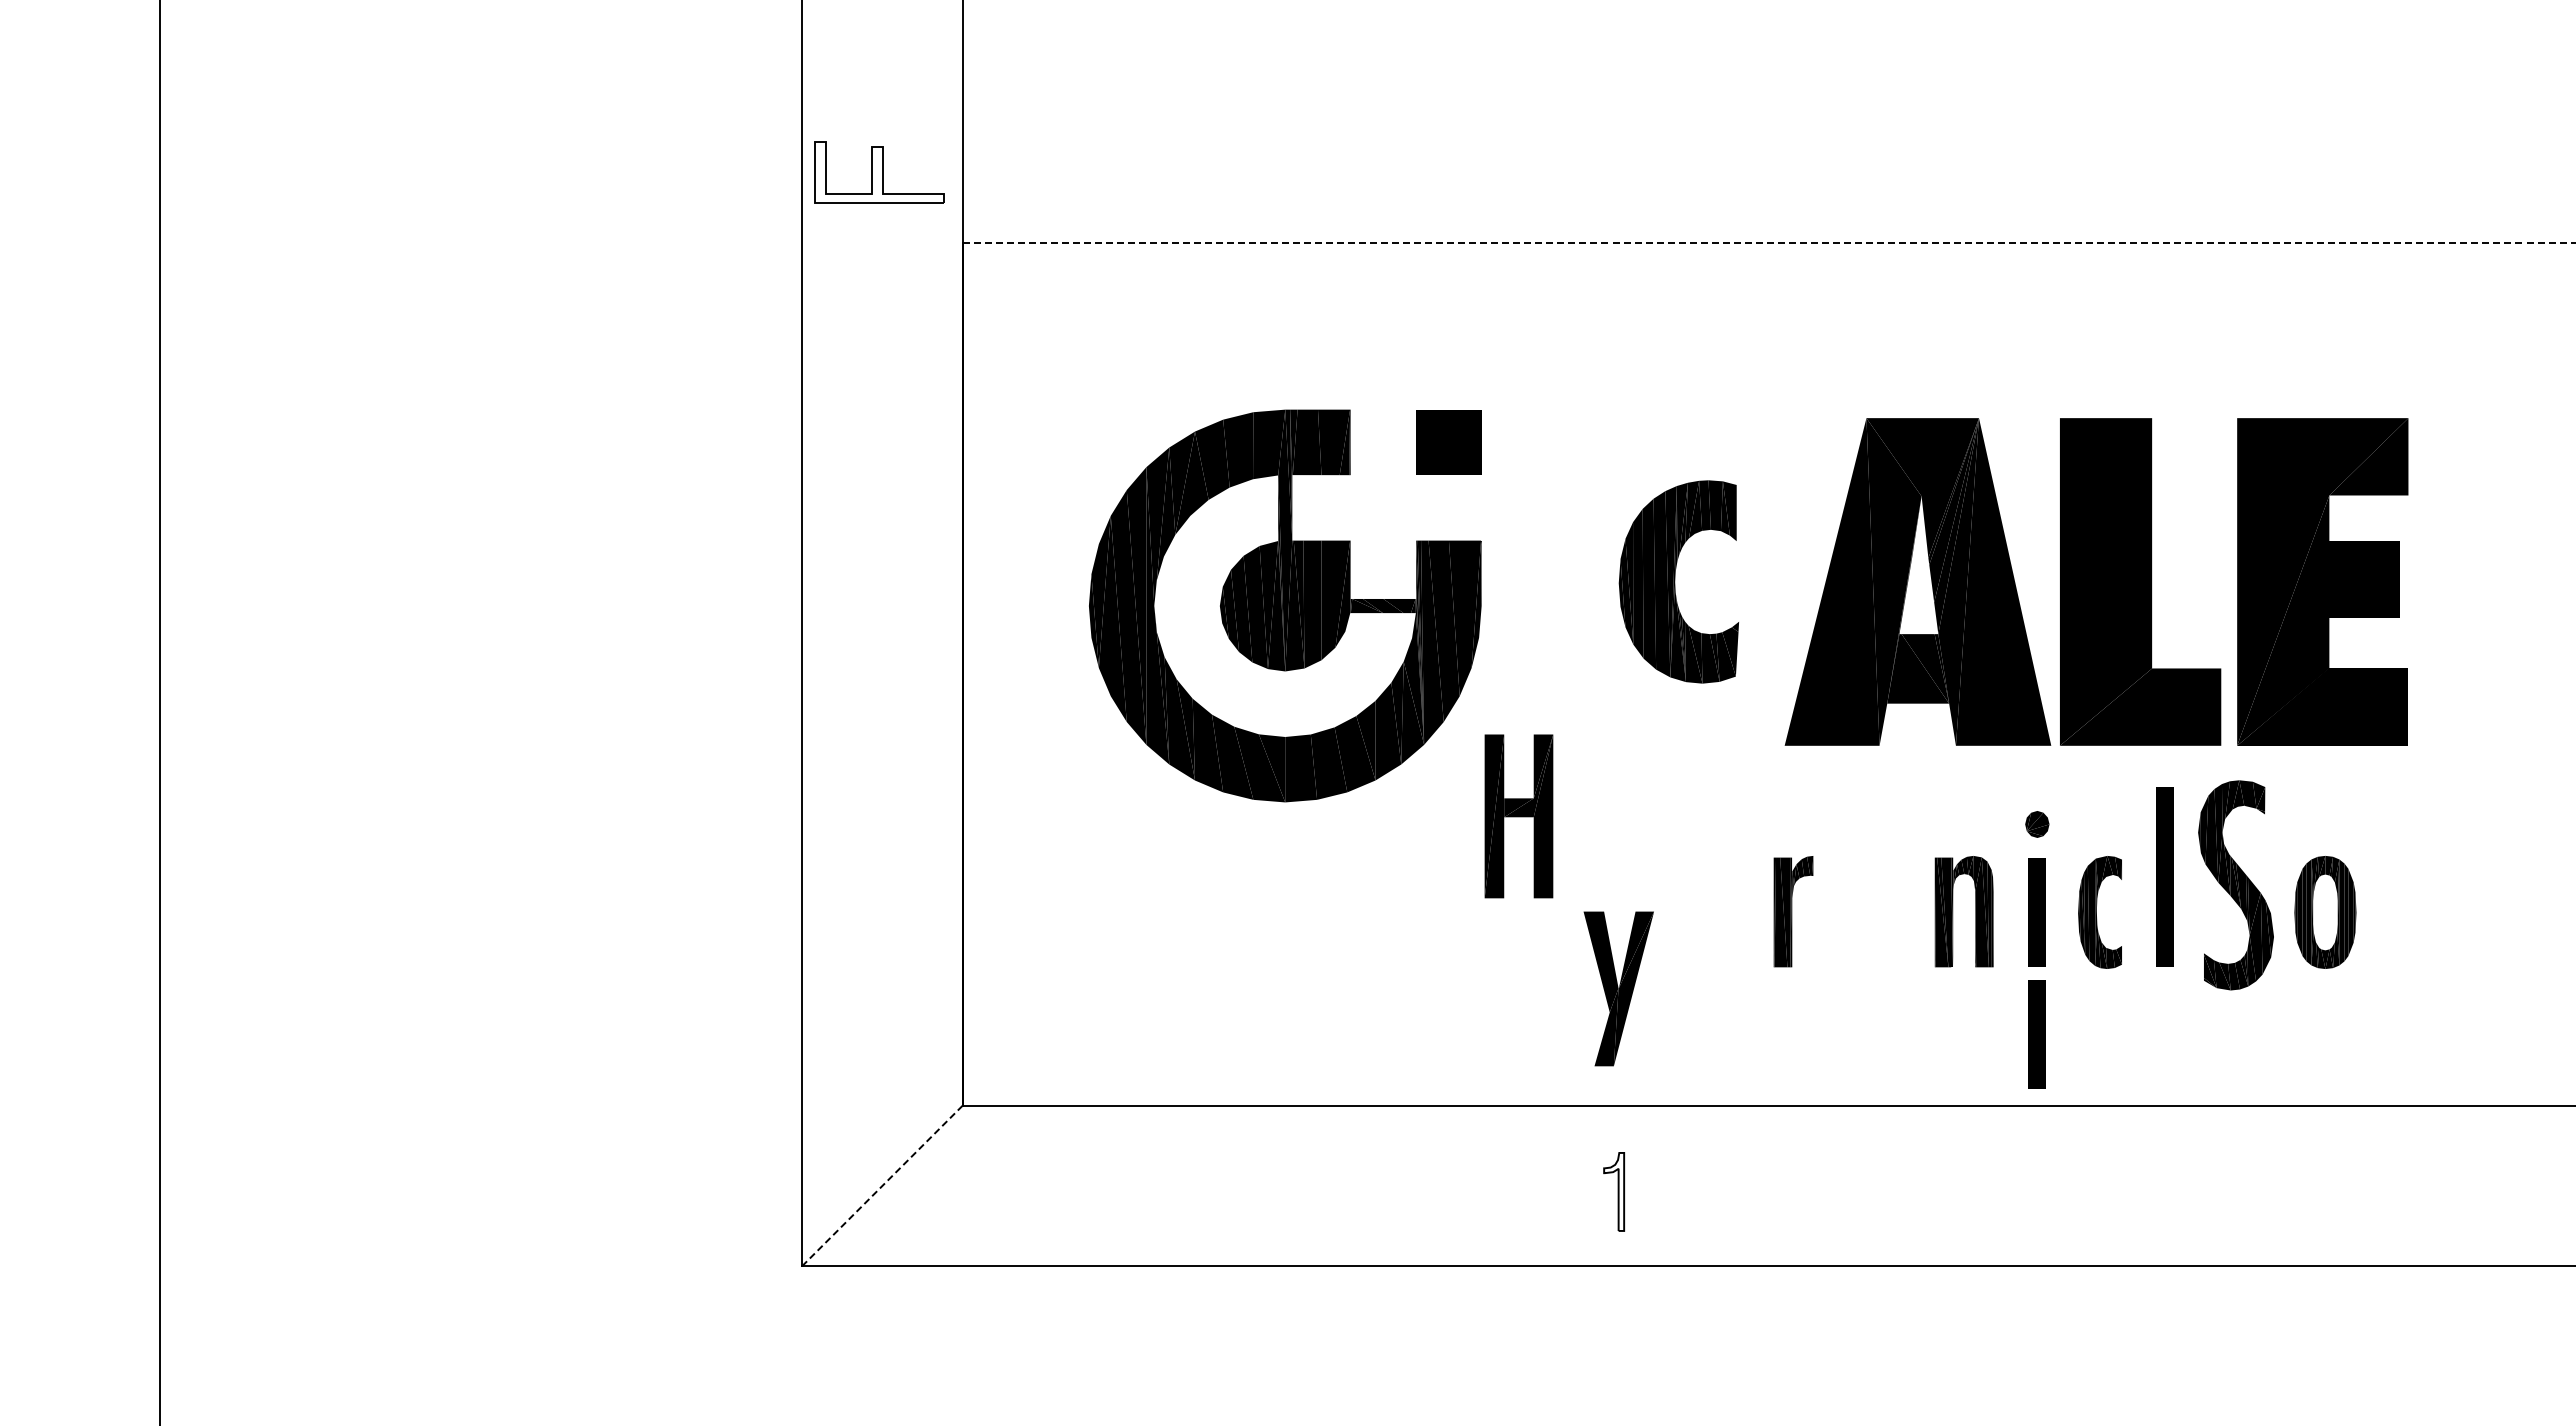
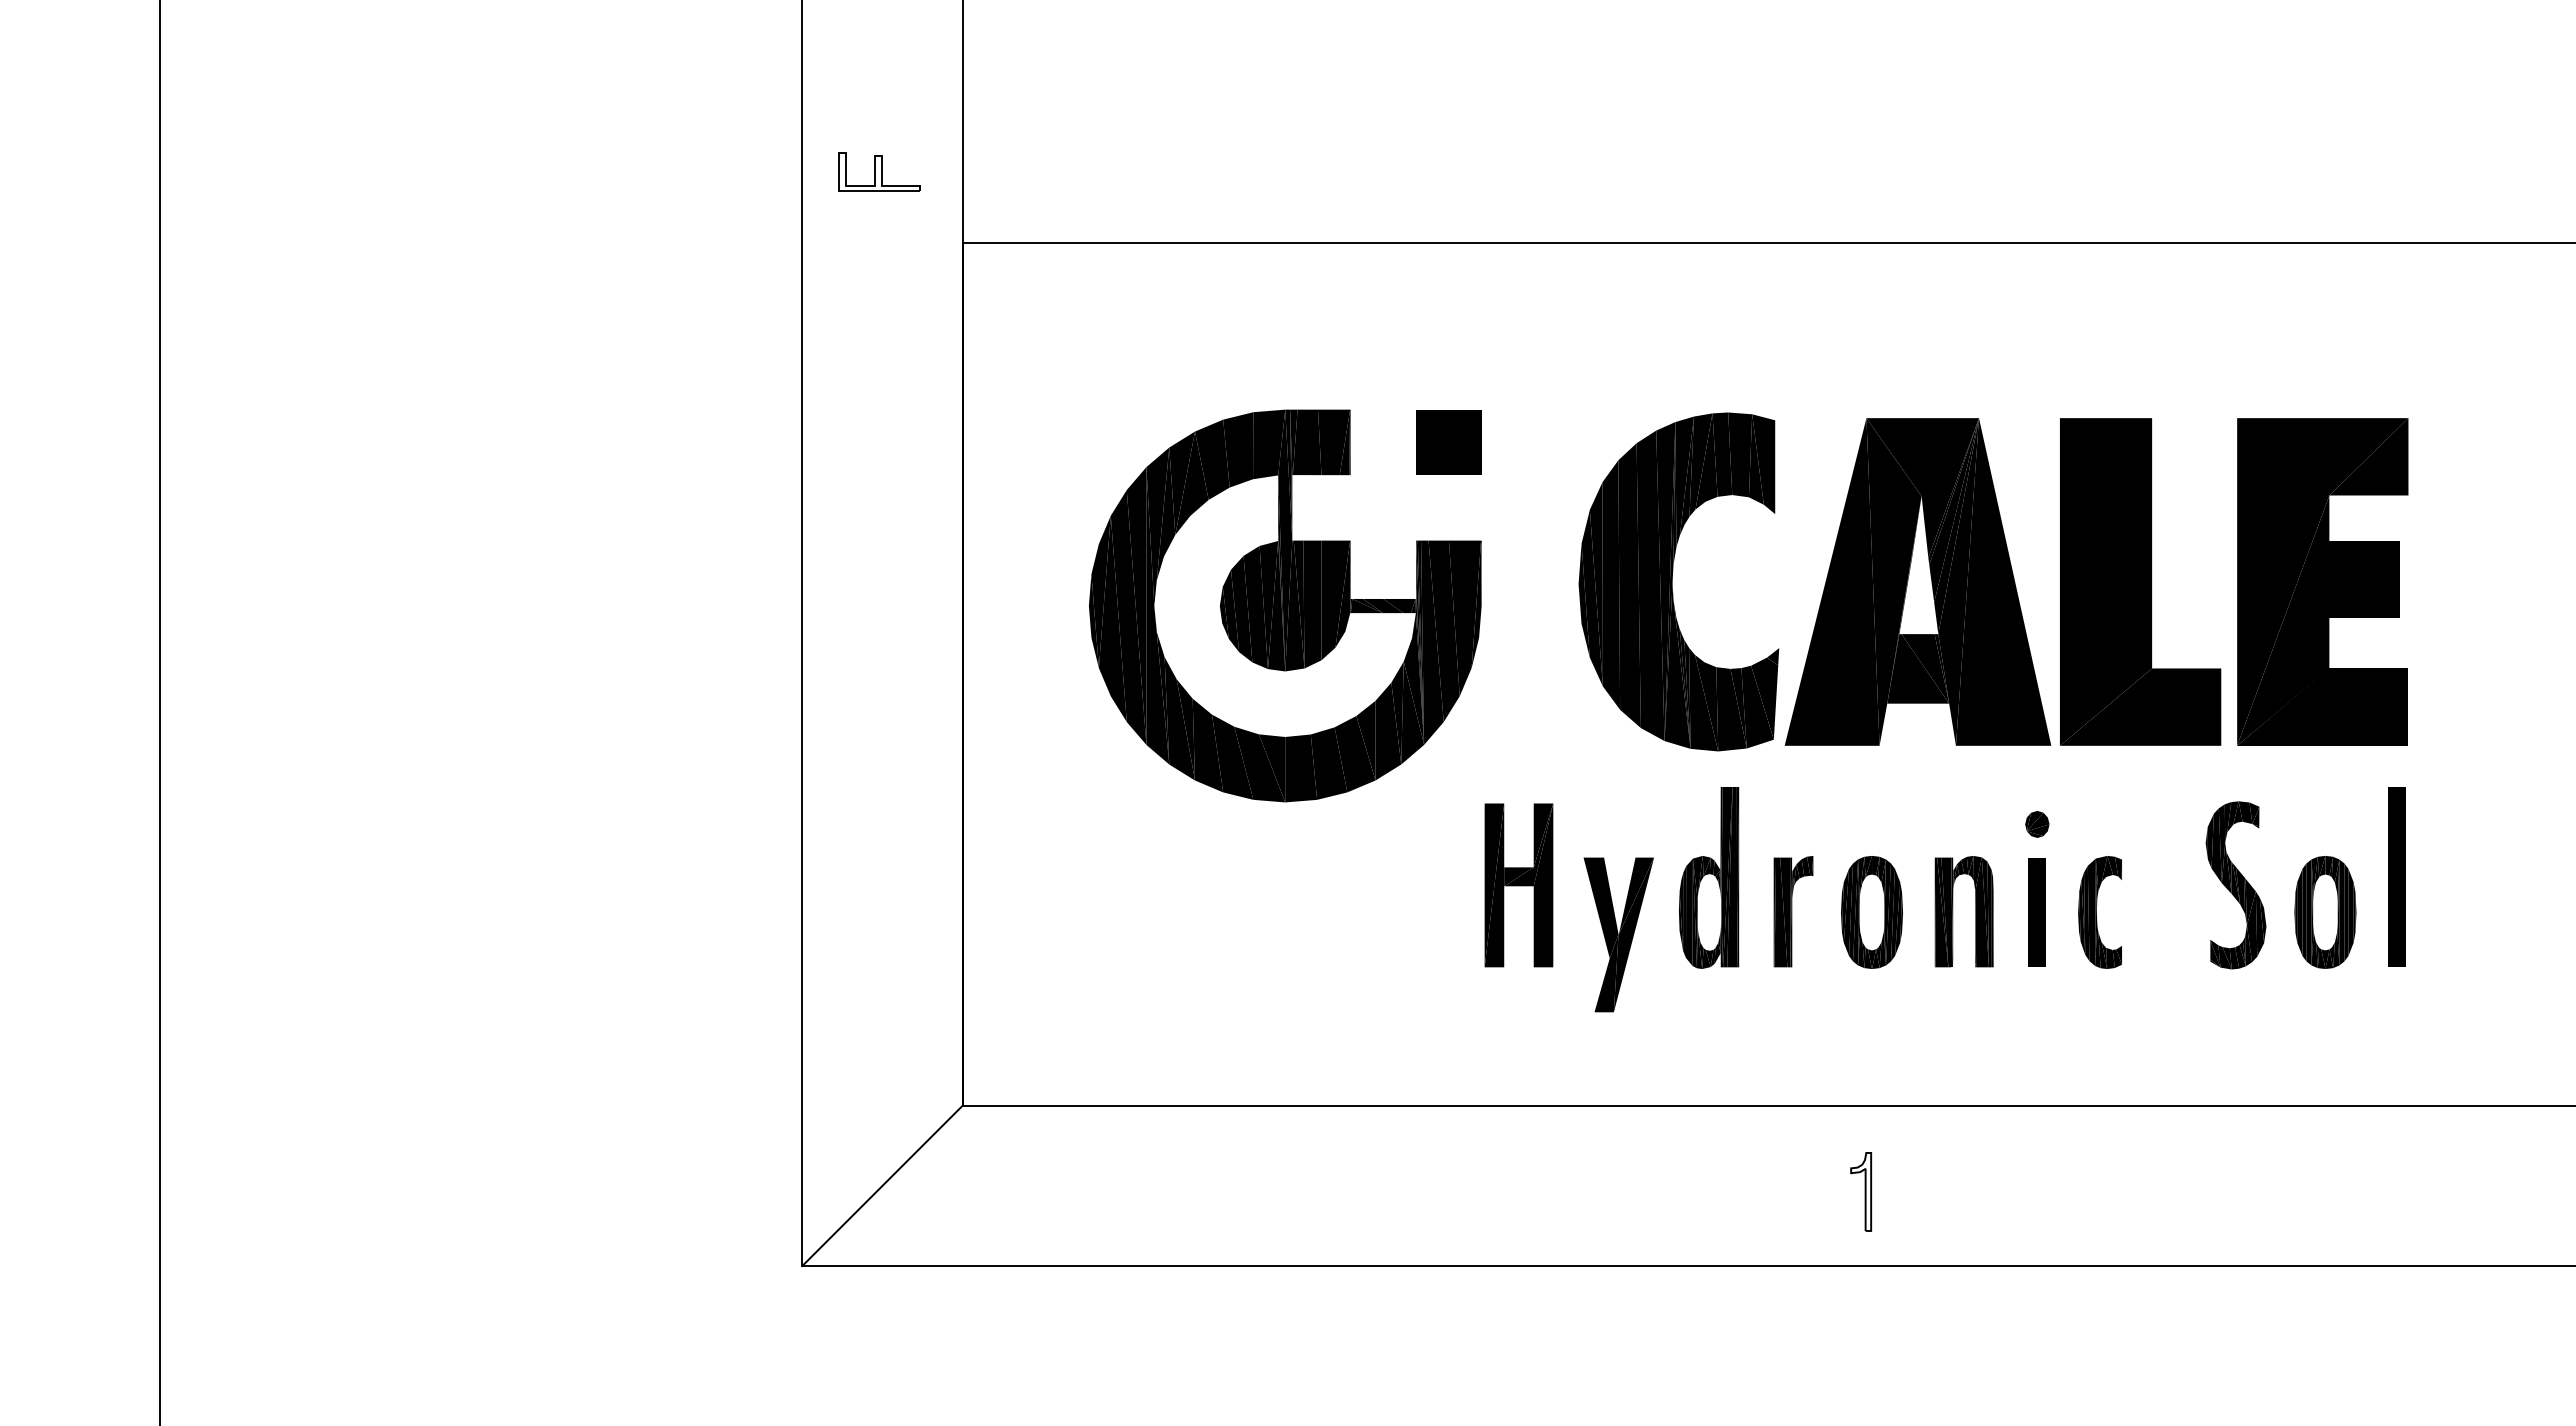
part at (879, 172) size: 131x63 px -> 83x40 px
line at (1769, 242): dashed -> solid
part at (1678, 581) size: 121x204 px -> 202x340 px
part at (1518, 816) position: (1518, 816) -> (1518, 885)
part at (2164, 876) position: (2164, 876) -> (2396, 876)
part at (1709, 877): none -> present
part at (2235, 885) size: 76x211 px -> 62x169 px
part at (1871, 912): none -> present
part at (1618, 988) position: (1618, 988) -> (1618, 934)
part at (2036, 1034): present -> none
line at (882, 1186): dashed -> solid
part at (1613, 1191) position: (1613, 1191) -> (1860, 1191)
